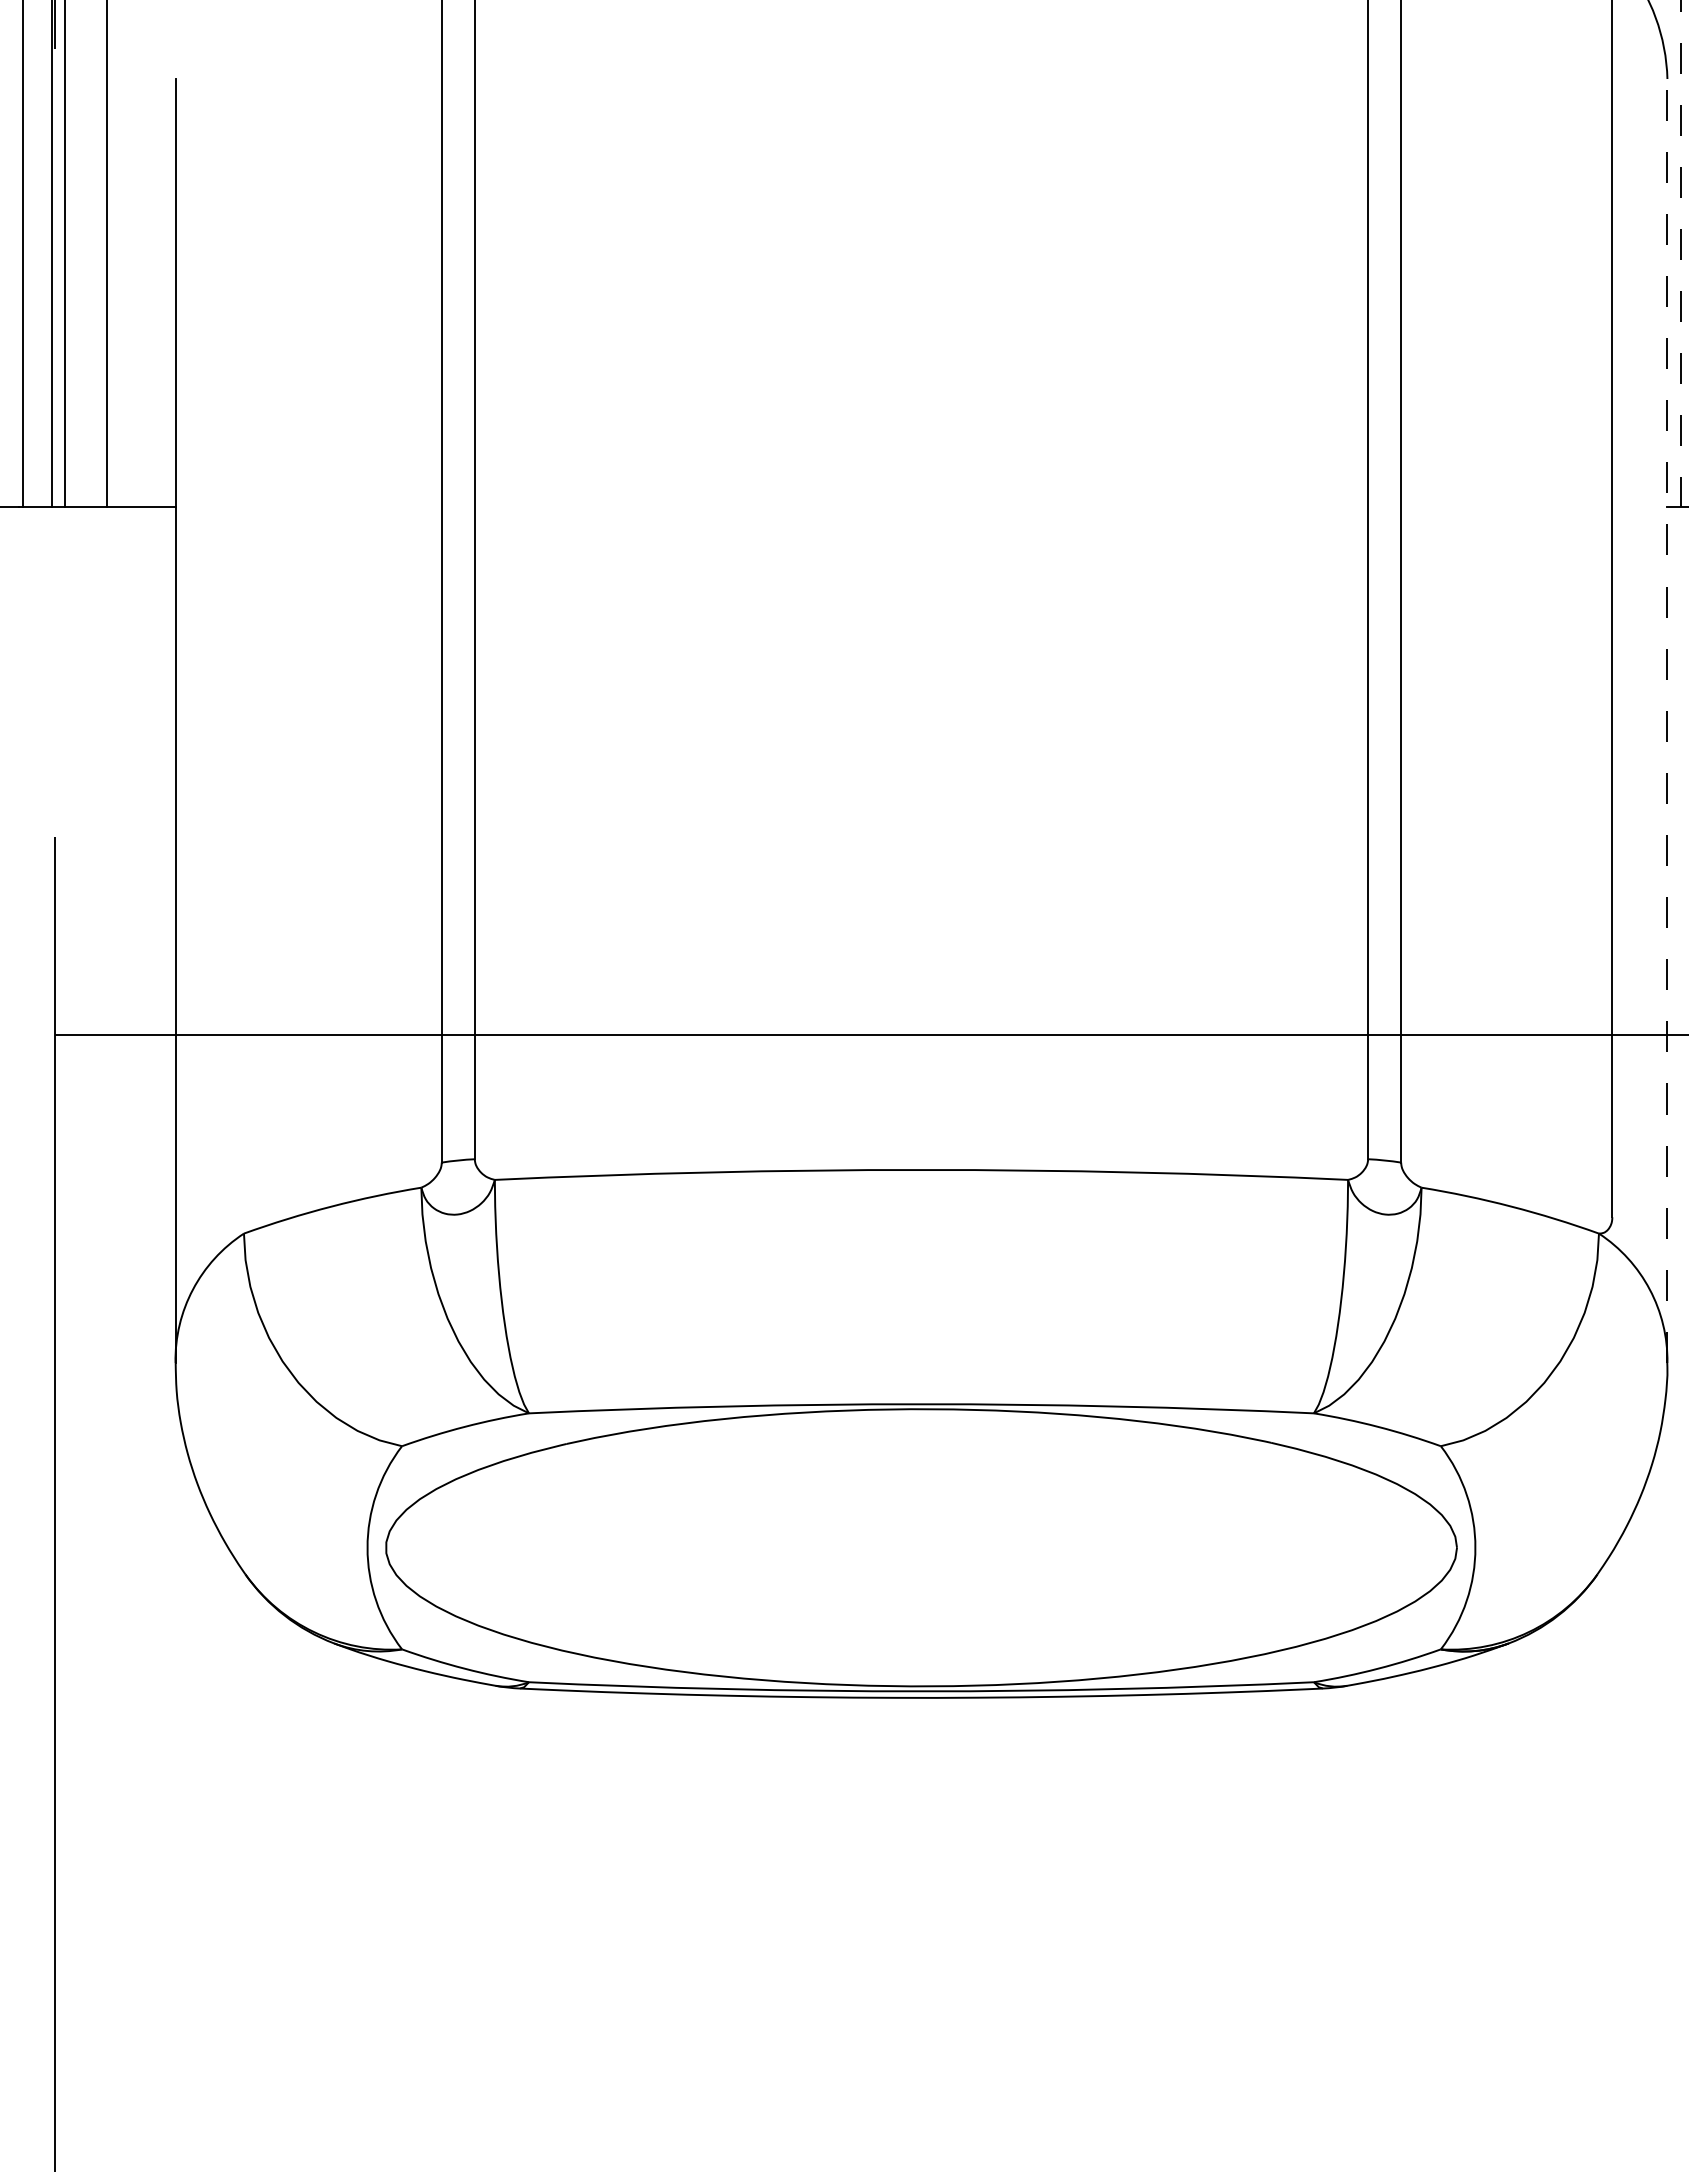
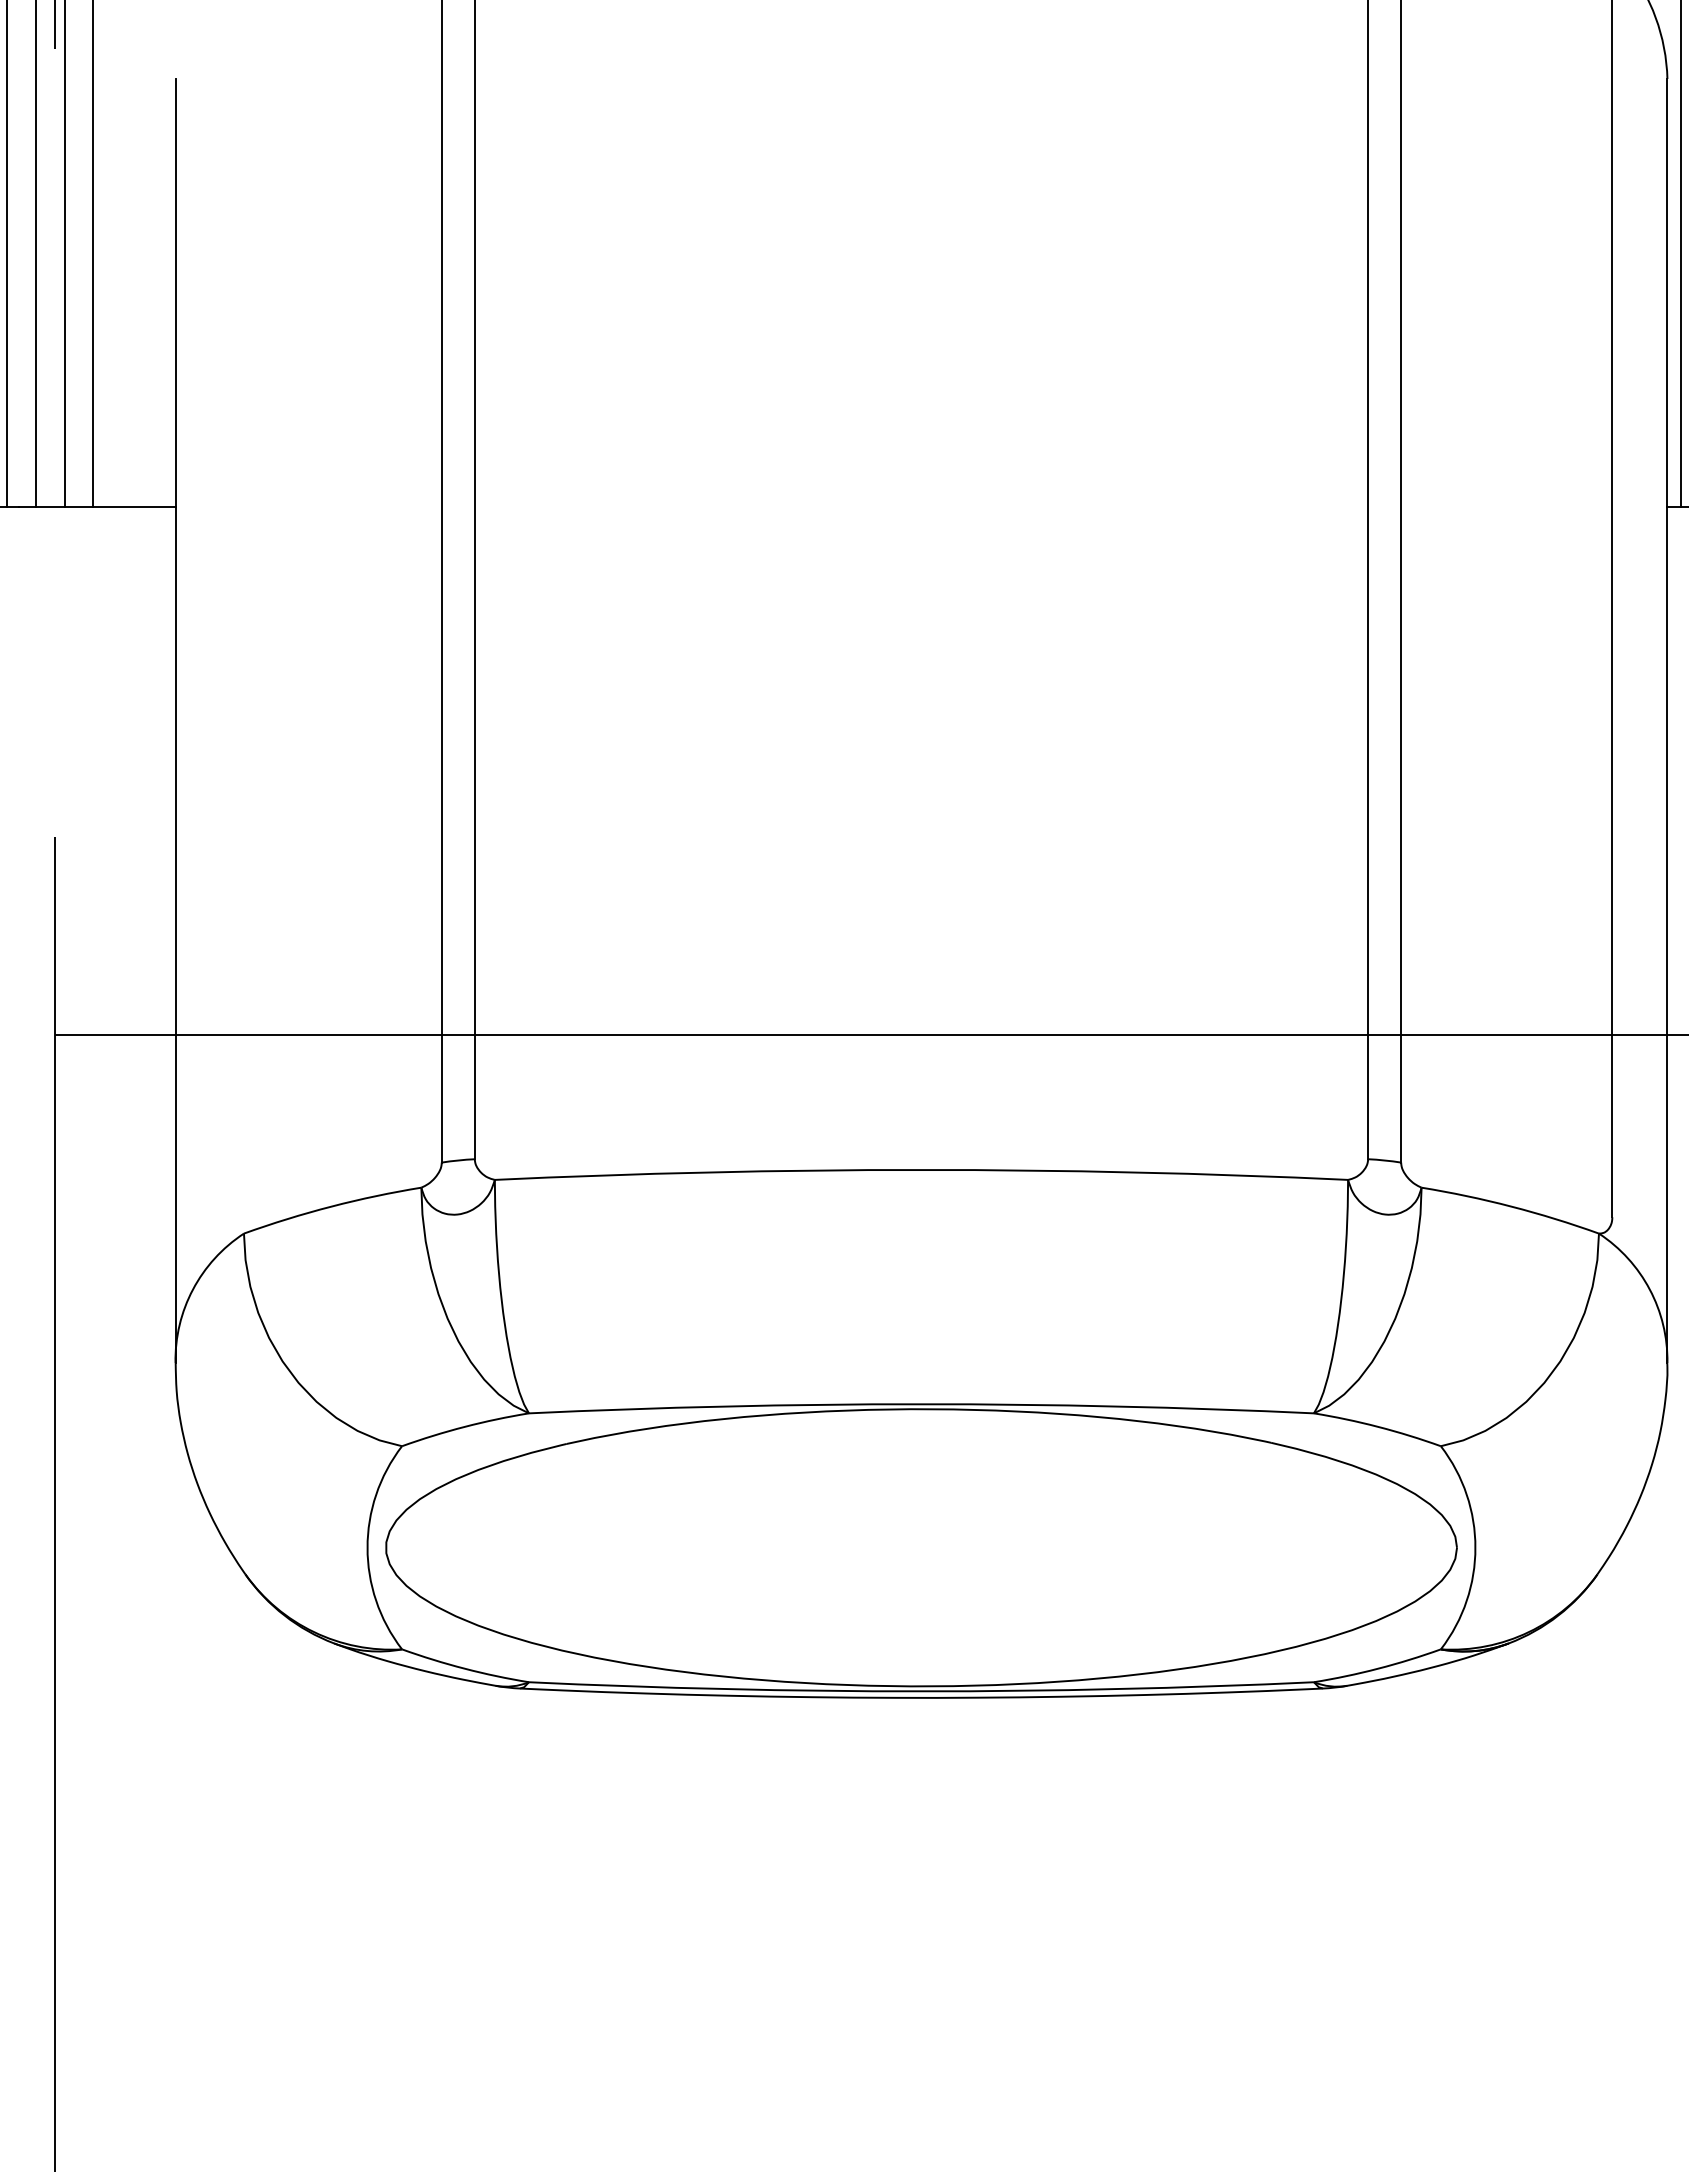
line at (23, 254) position: (23, 254) -> (7, 254)
line at (51, 254) position: (51, 254) -> (35, 254)
line at (107, 254) position: (107, 254) -> (93, 254)
line at (1680, 254): dashed -> solid
line at (1667, 720): dashed -> solid
